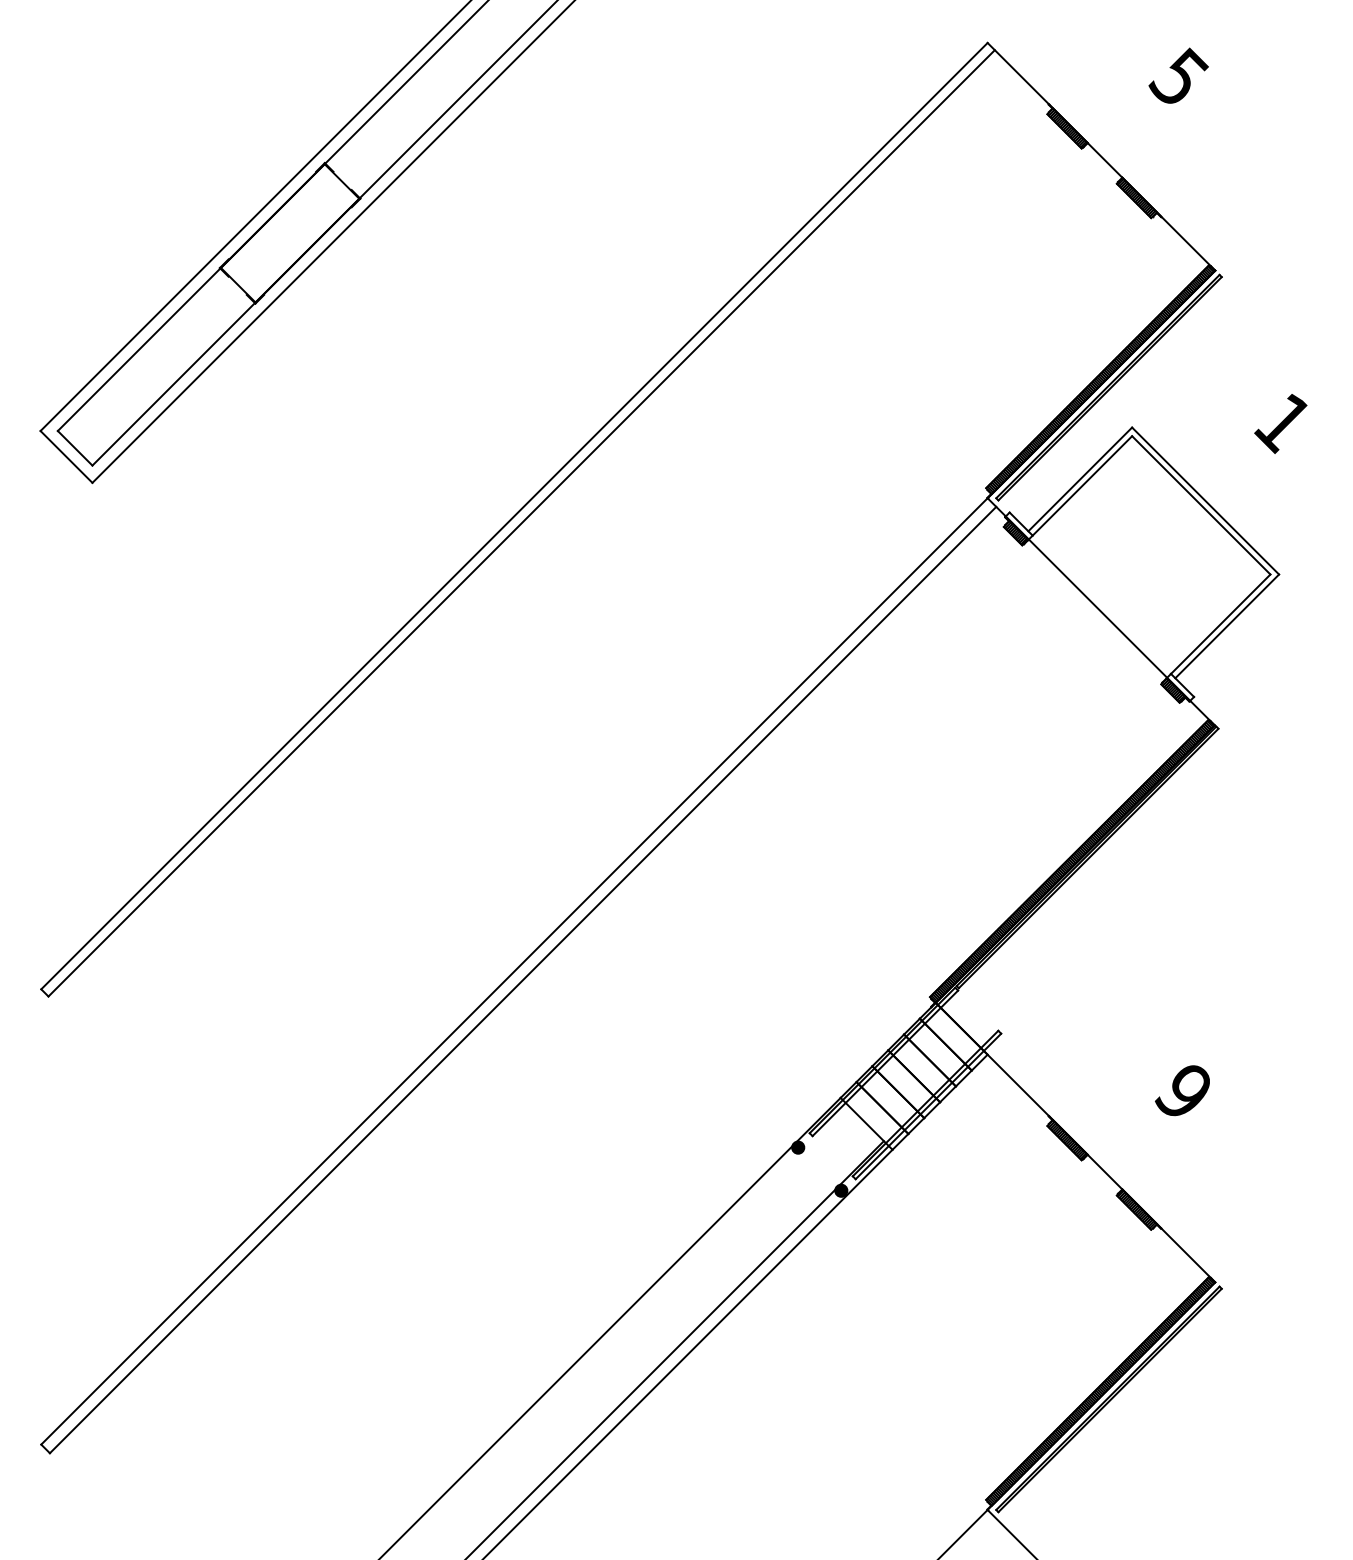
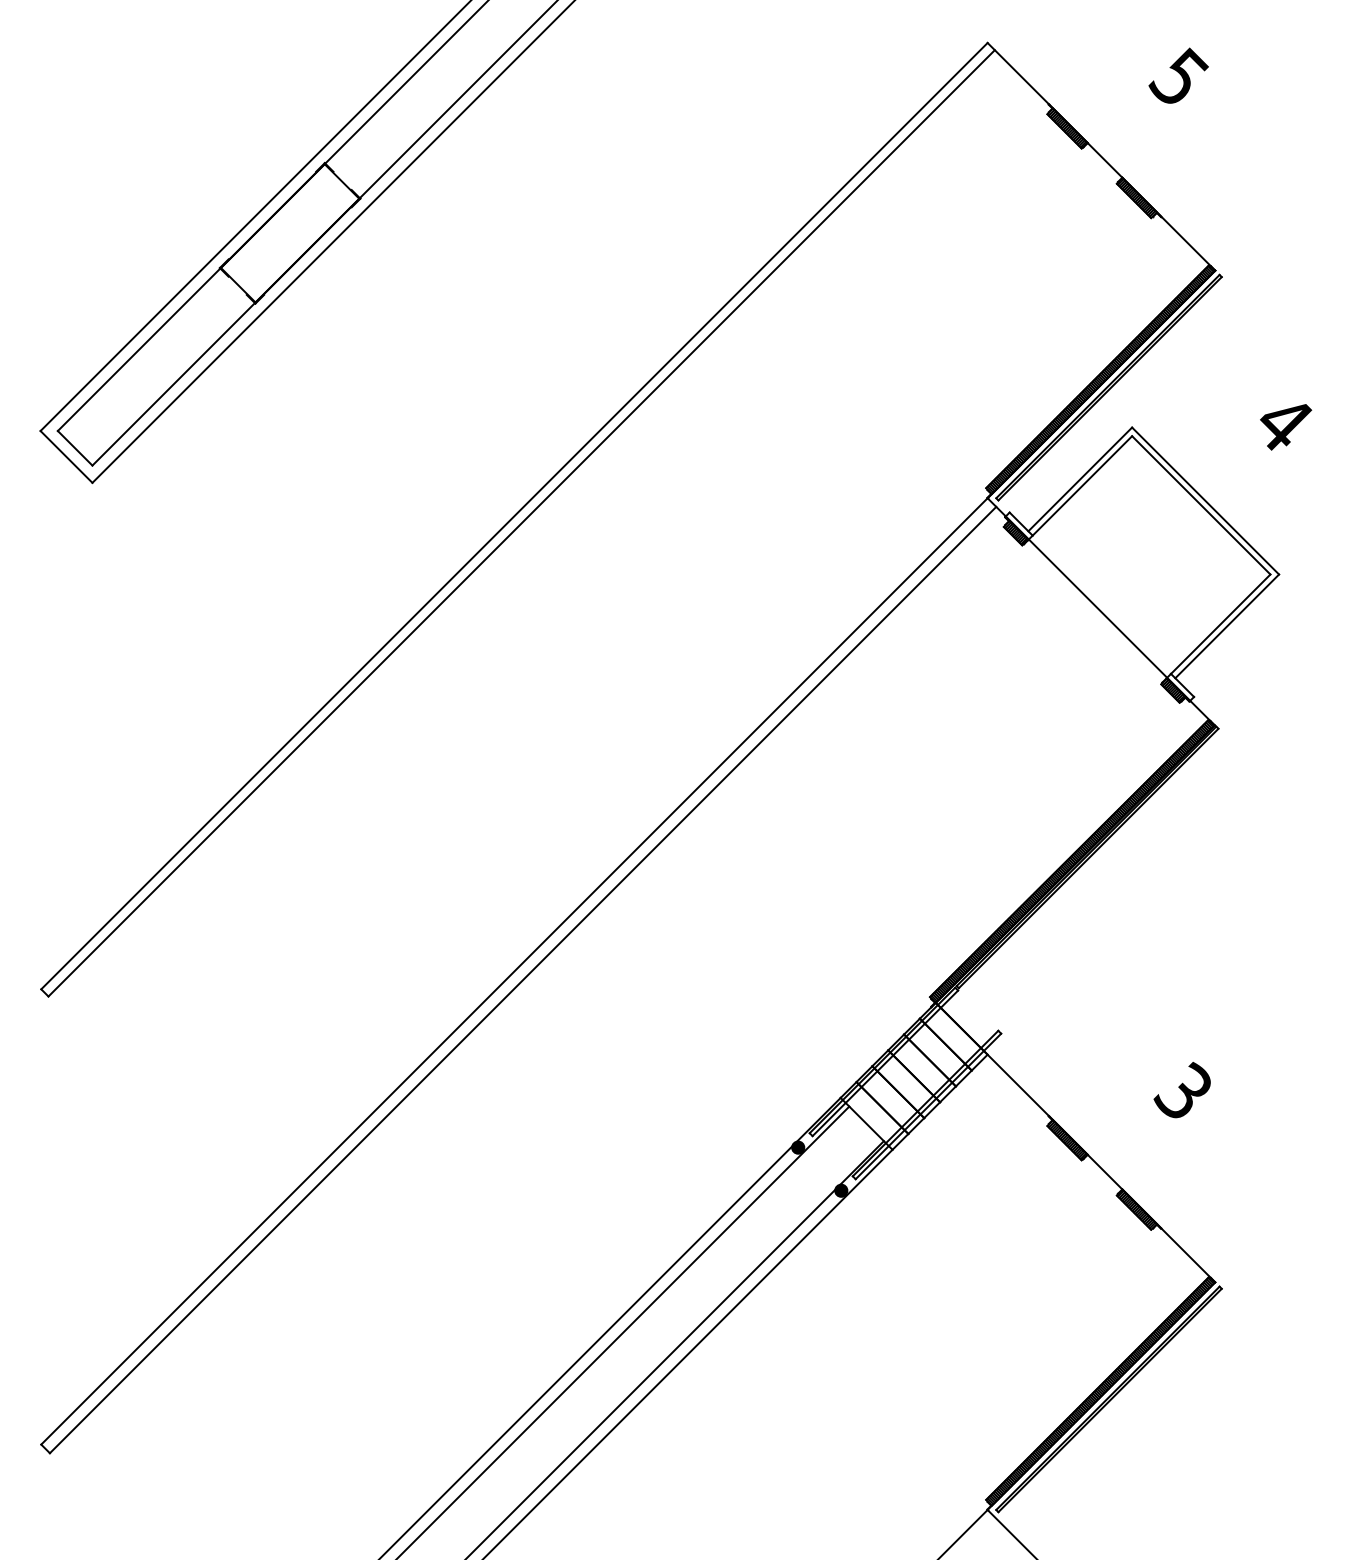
text at (1283, 423): 1 -> 4
text at (1181, 1089): 9 -> 3
line at (624, 1331): none -> present
